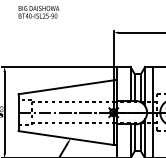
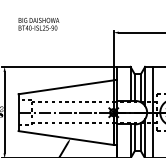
text at (38, 11) position: (38, 11) -> (38, 23)
